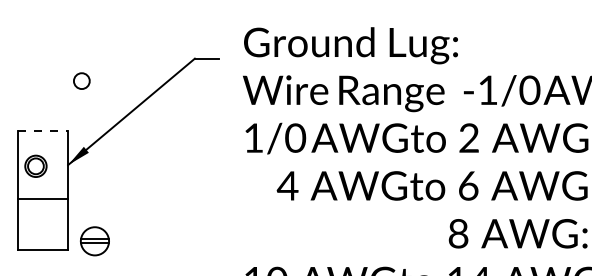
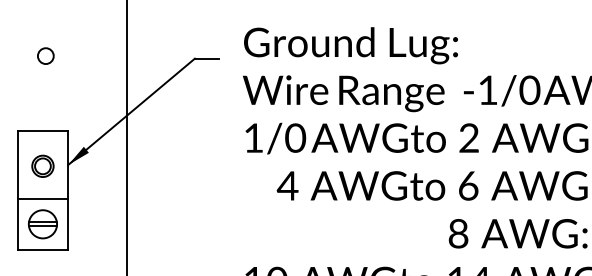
circle at (81, 80) position: (81, 80) -> (45, 55)
line at (43, 131): dashed -> solid
line at (126, 137): none -> present
part at (35, 165) position: (35, 165) -> (42, 165)
part at (94, 241) position: (94, 241) -> (42, 224)
